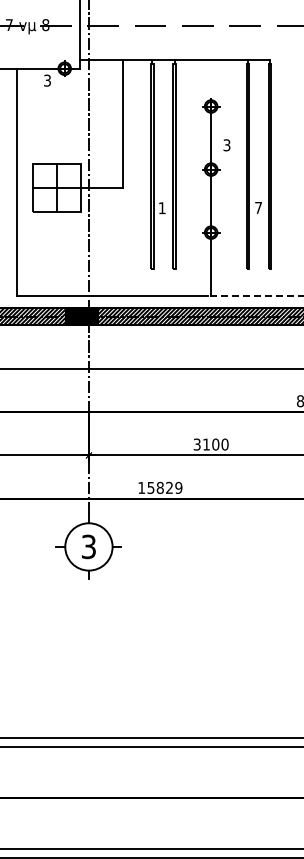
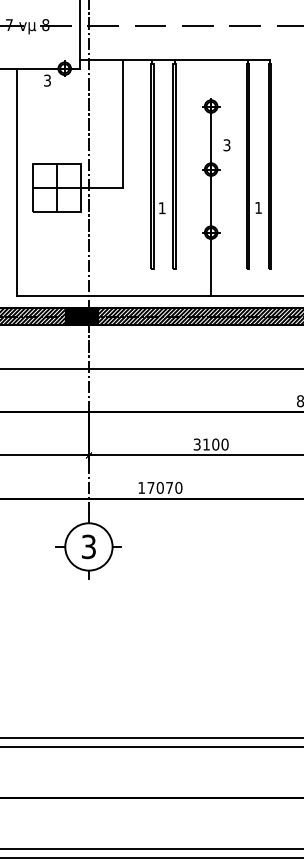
text at (258, 207): 7 -> 1
line at (255, 295): dashed -> solid
text at (164, 487): 15829 -> 17070
